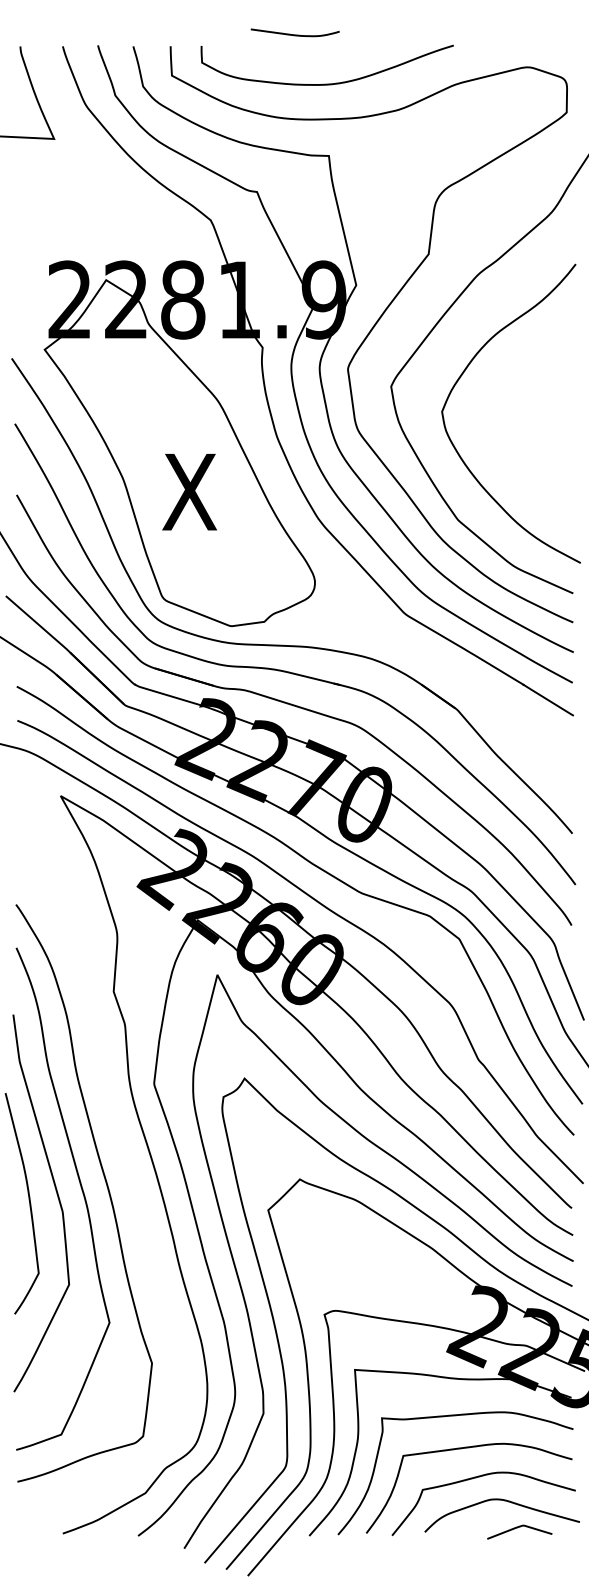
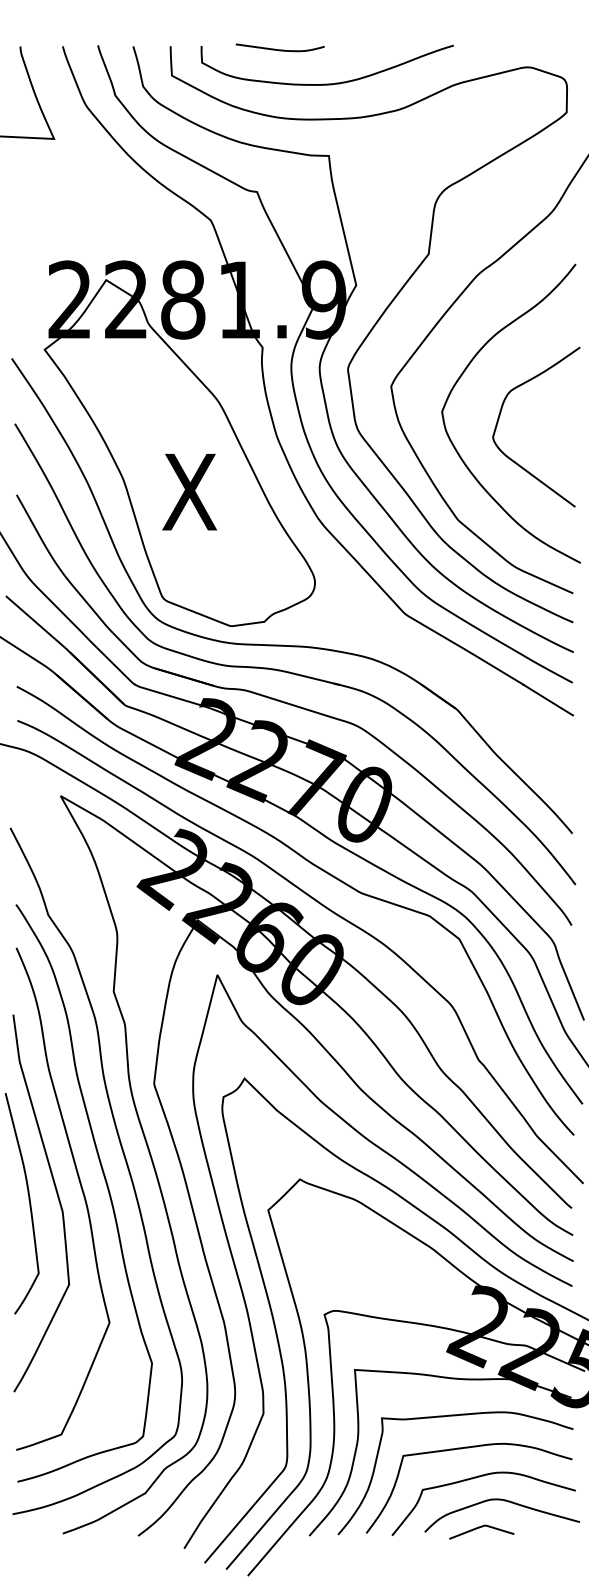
curve at (294, 34) position: (294, 34) -> (279, 49)
curve at (500, 416): none -> present
curve at (124, 1159): none -> present
curve at (517, 1528) position: (517, 1528) -> (479, 1528)
